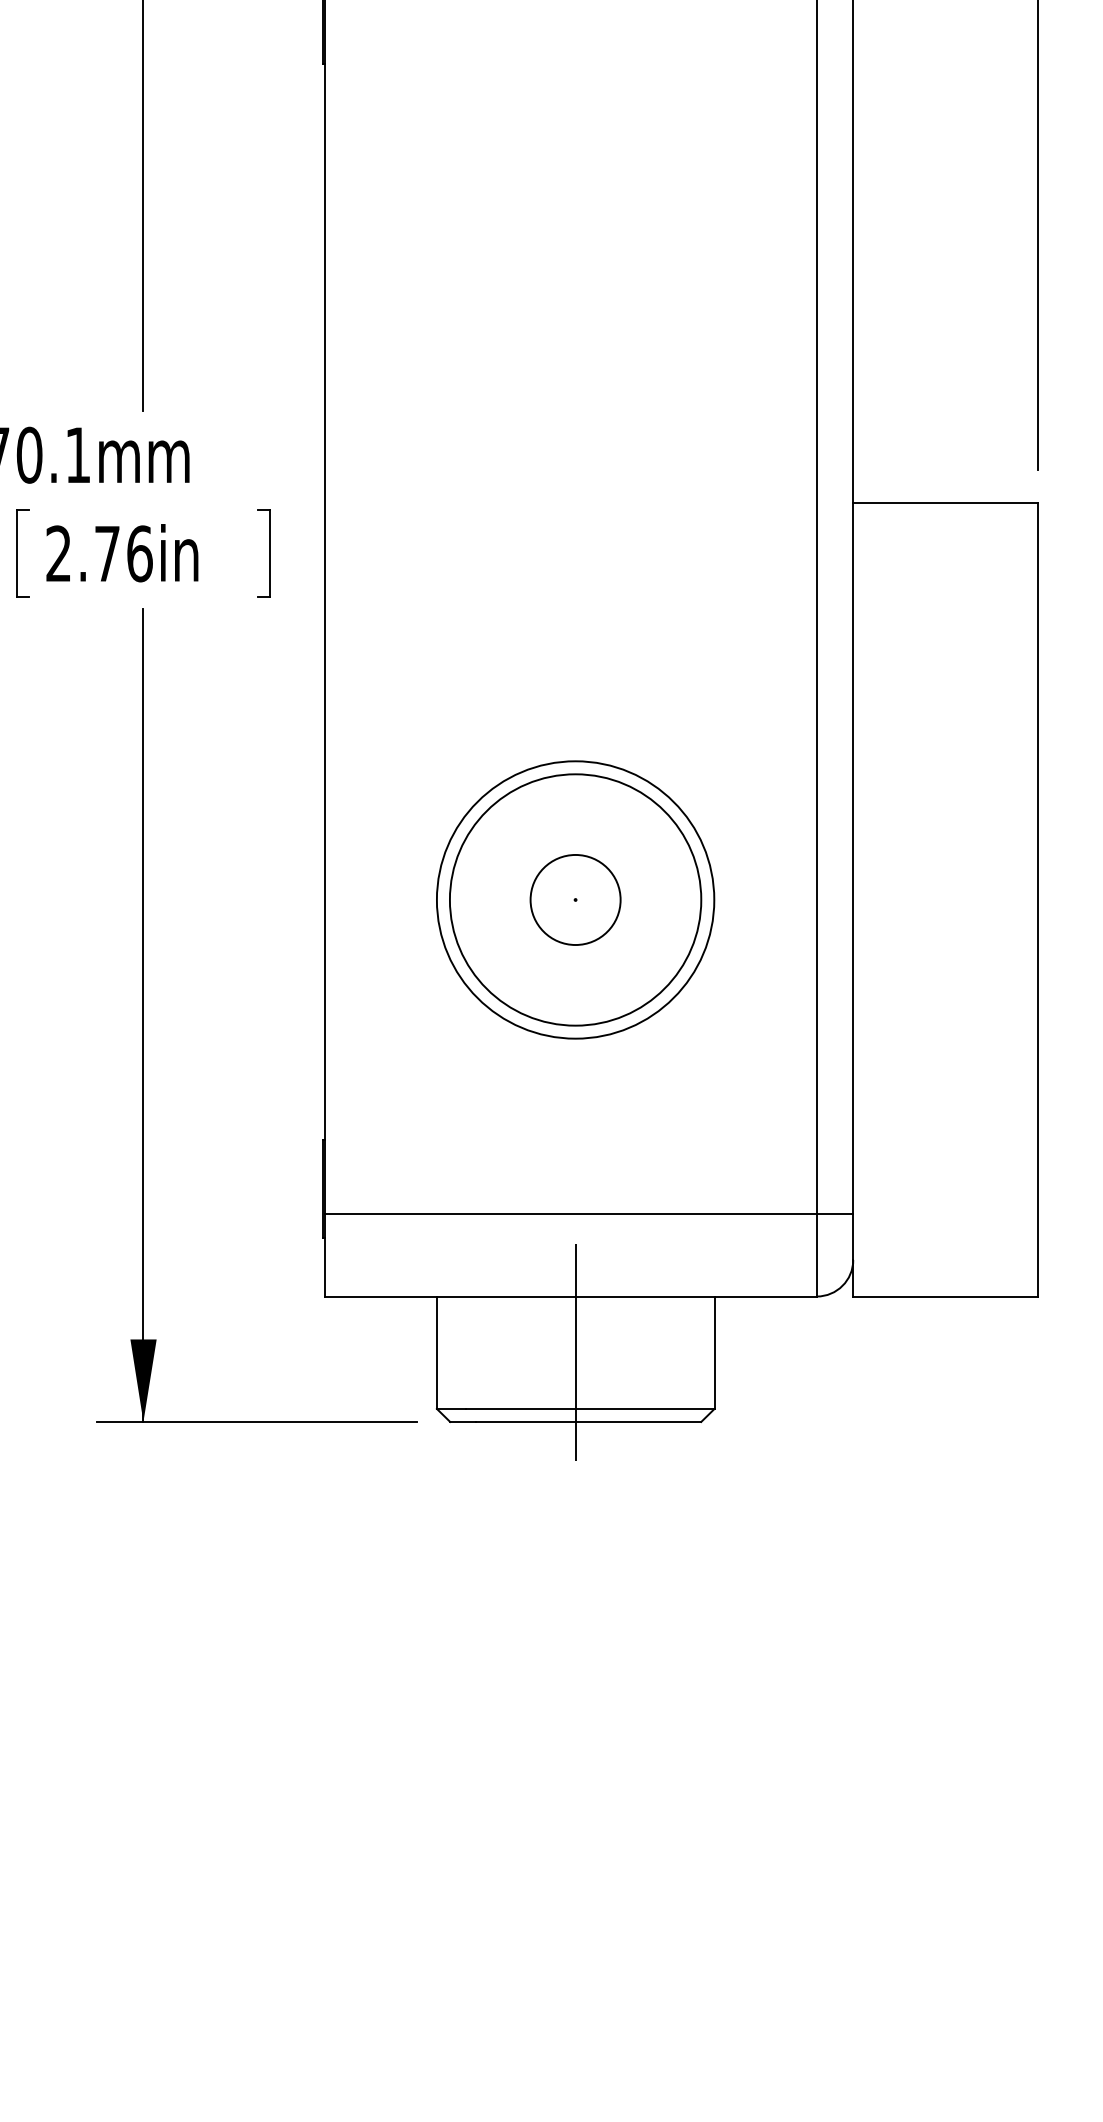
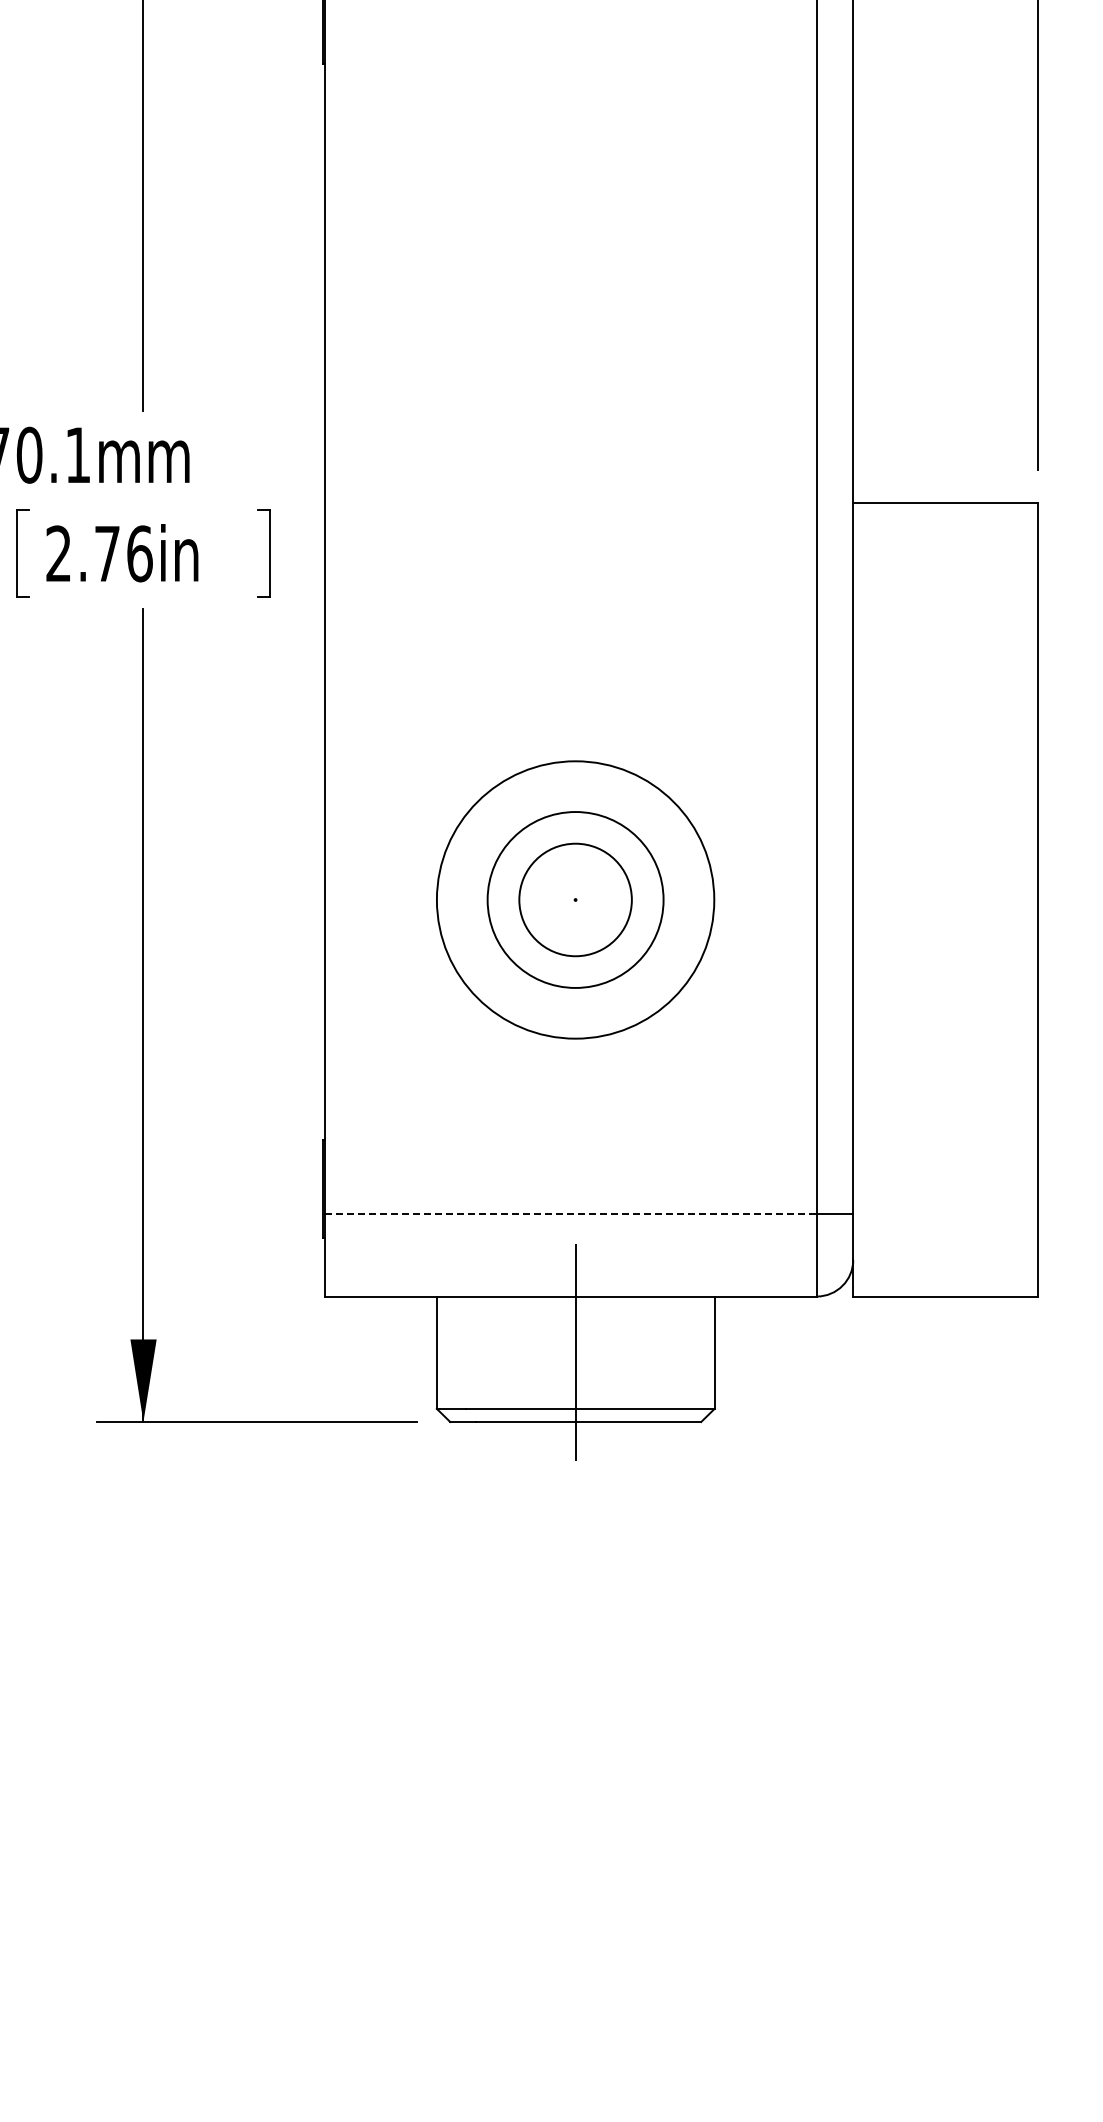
circle at (575, 899) diameter: 251 px -> 176 px
circle at (575, 899) diameter: 90 px -> 113 px
line at (571, 1213): solid -> dashed
